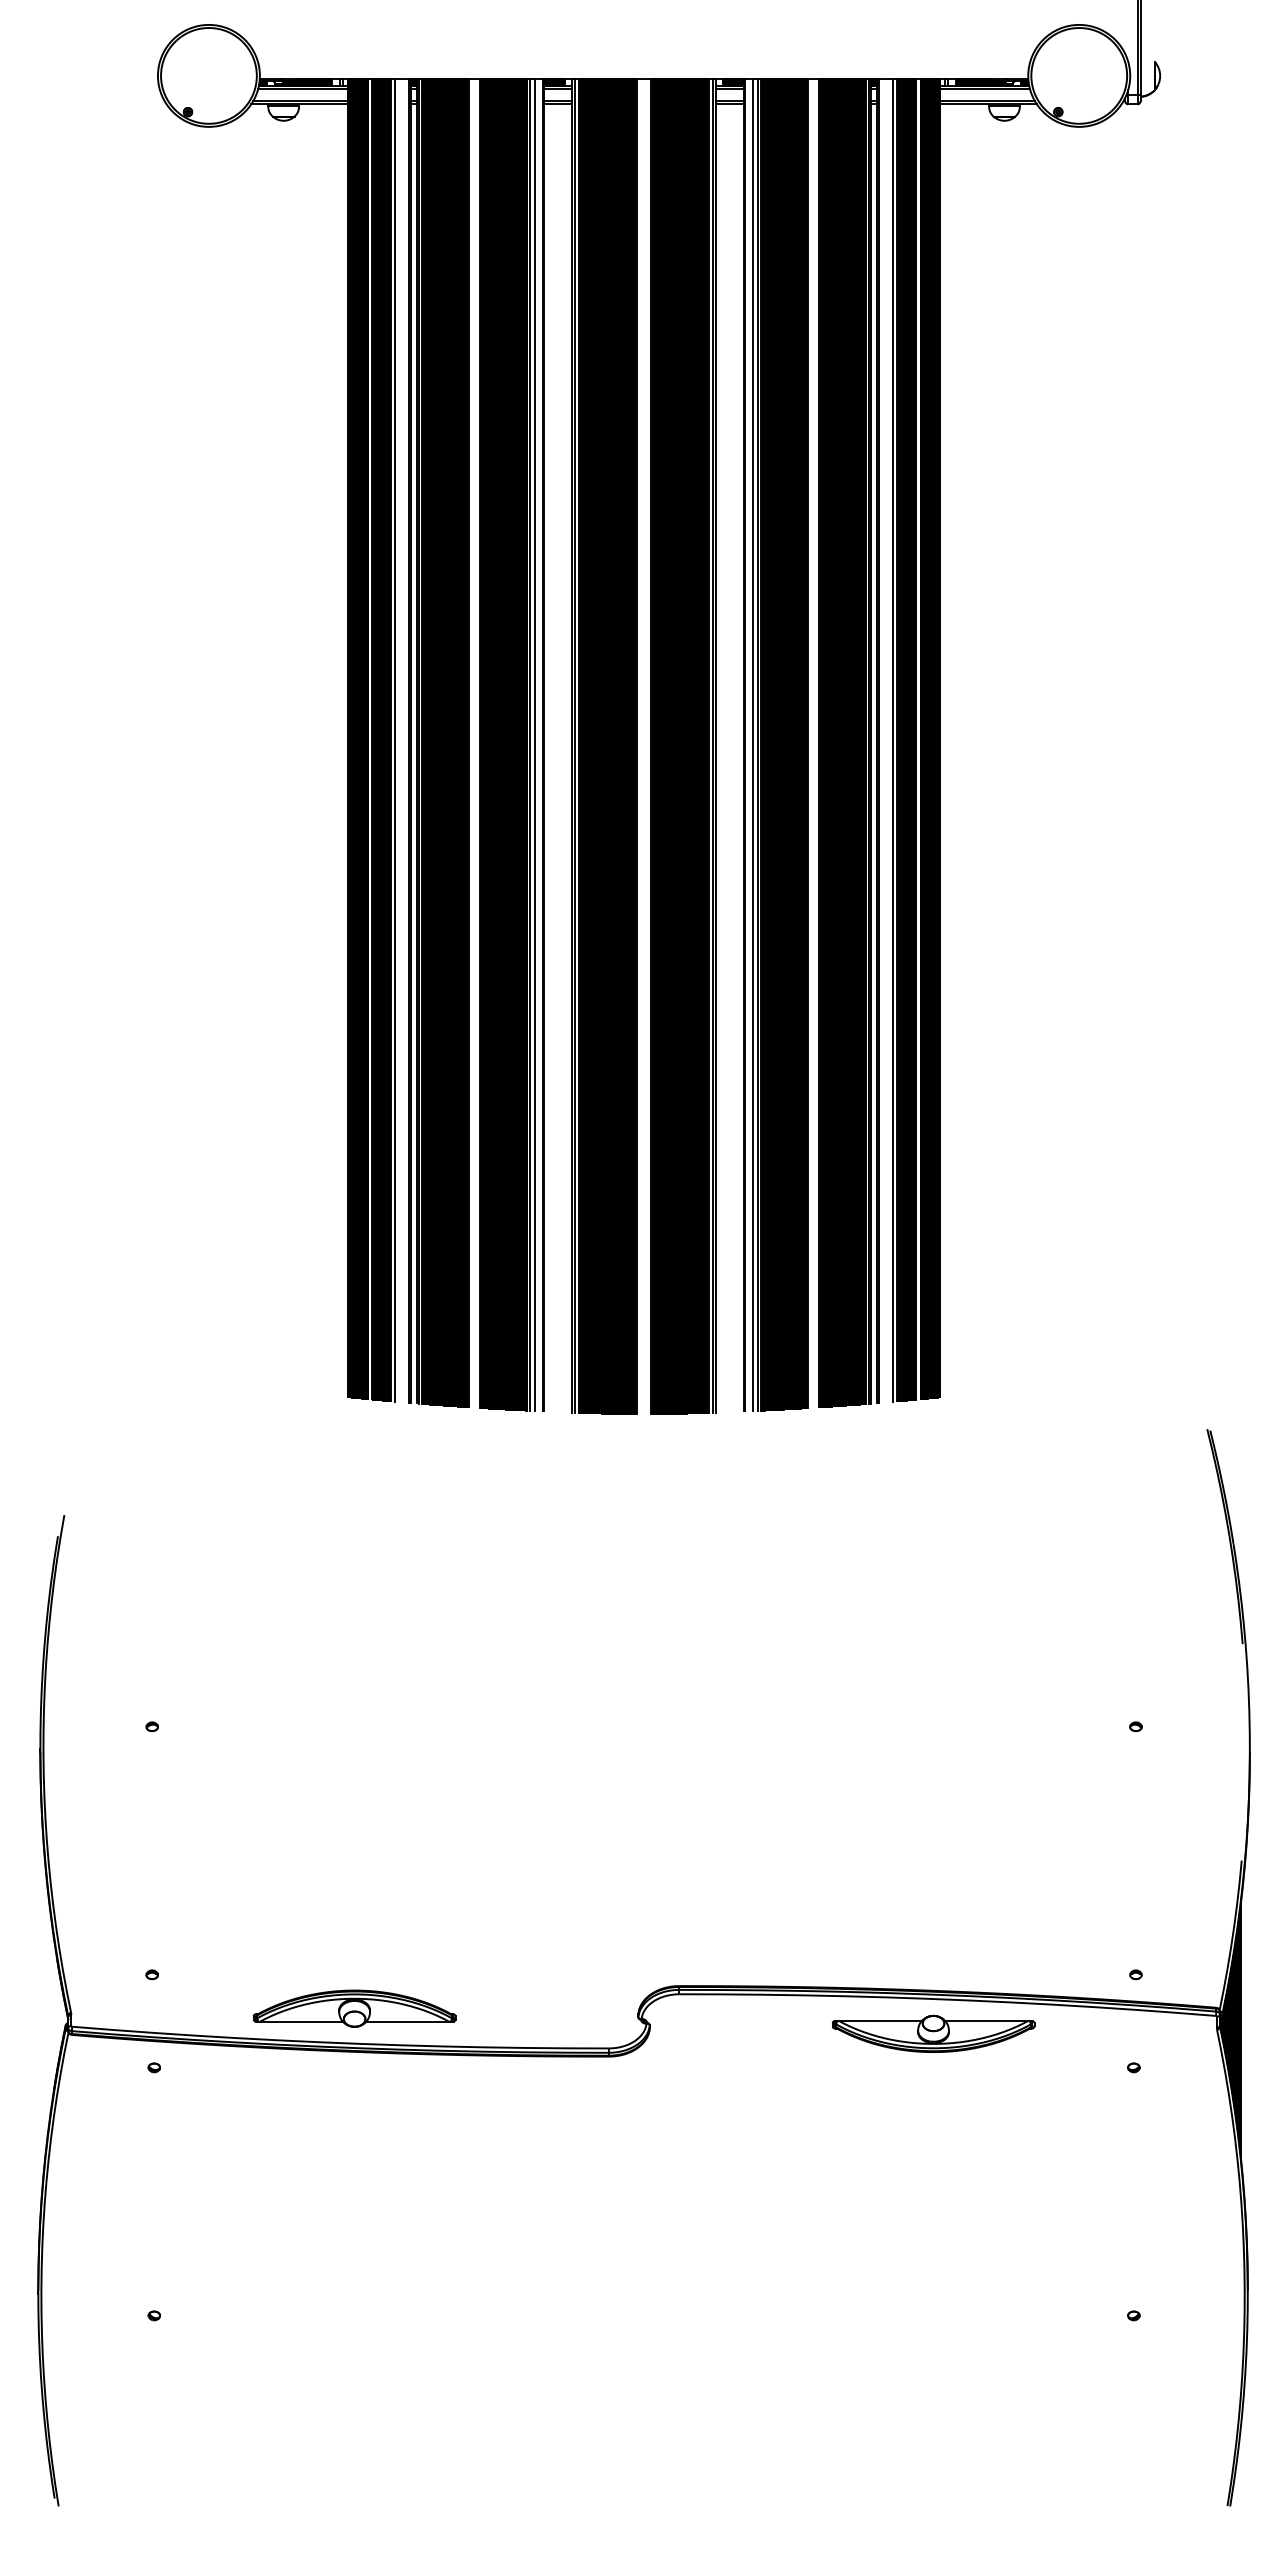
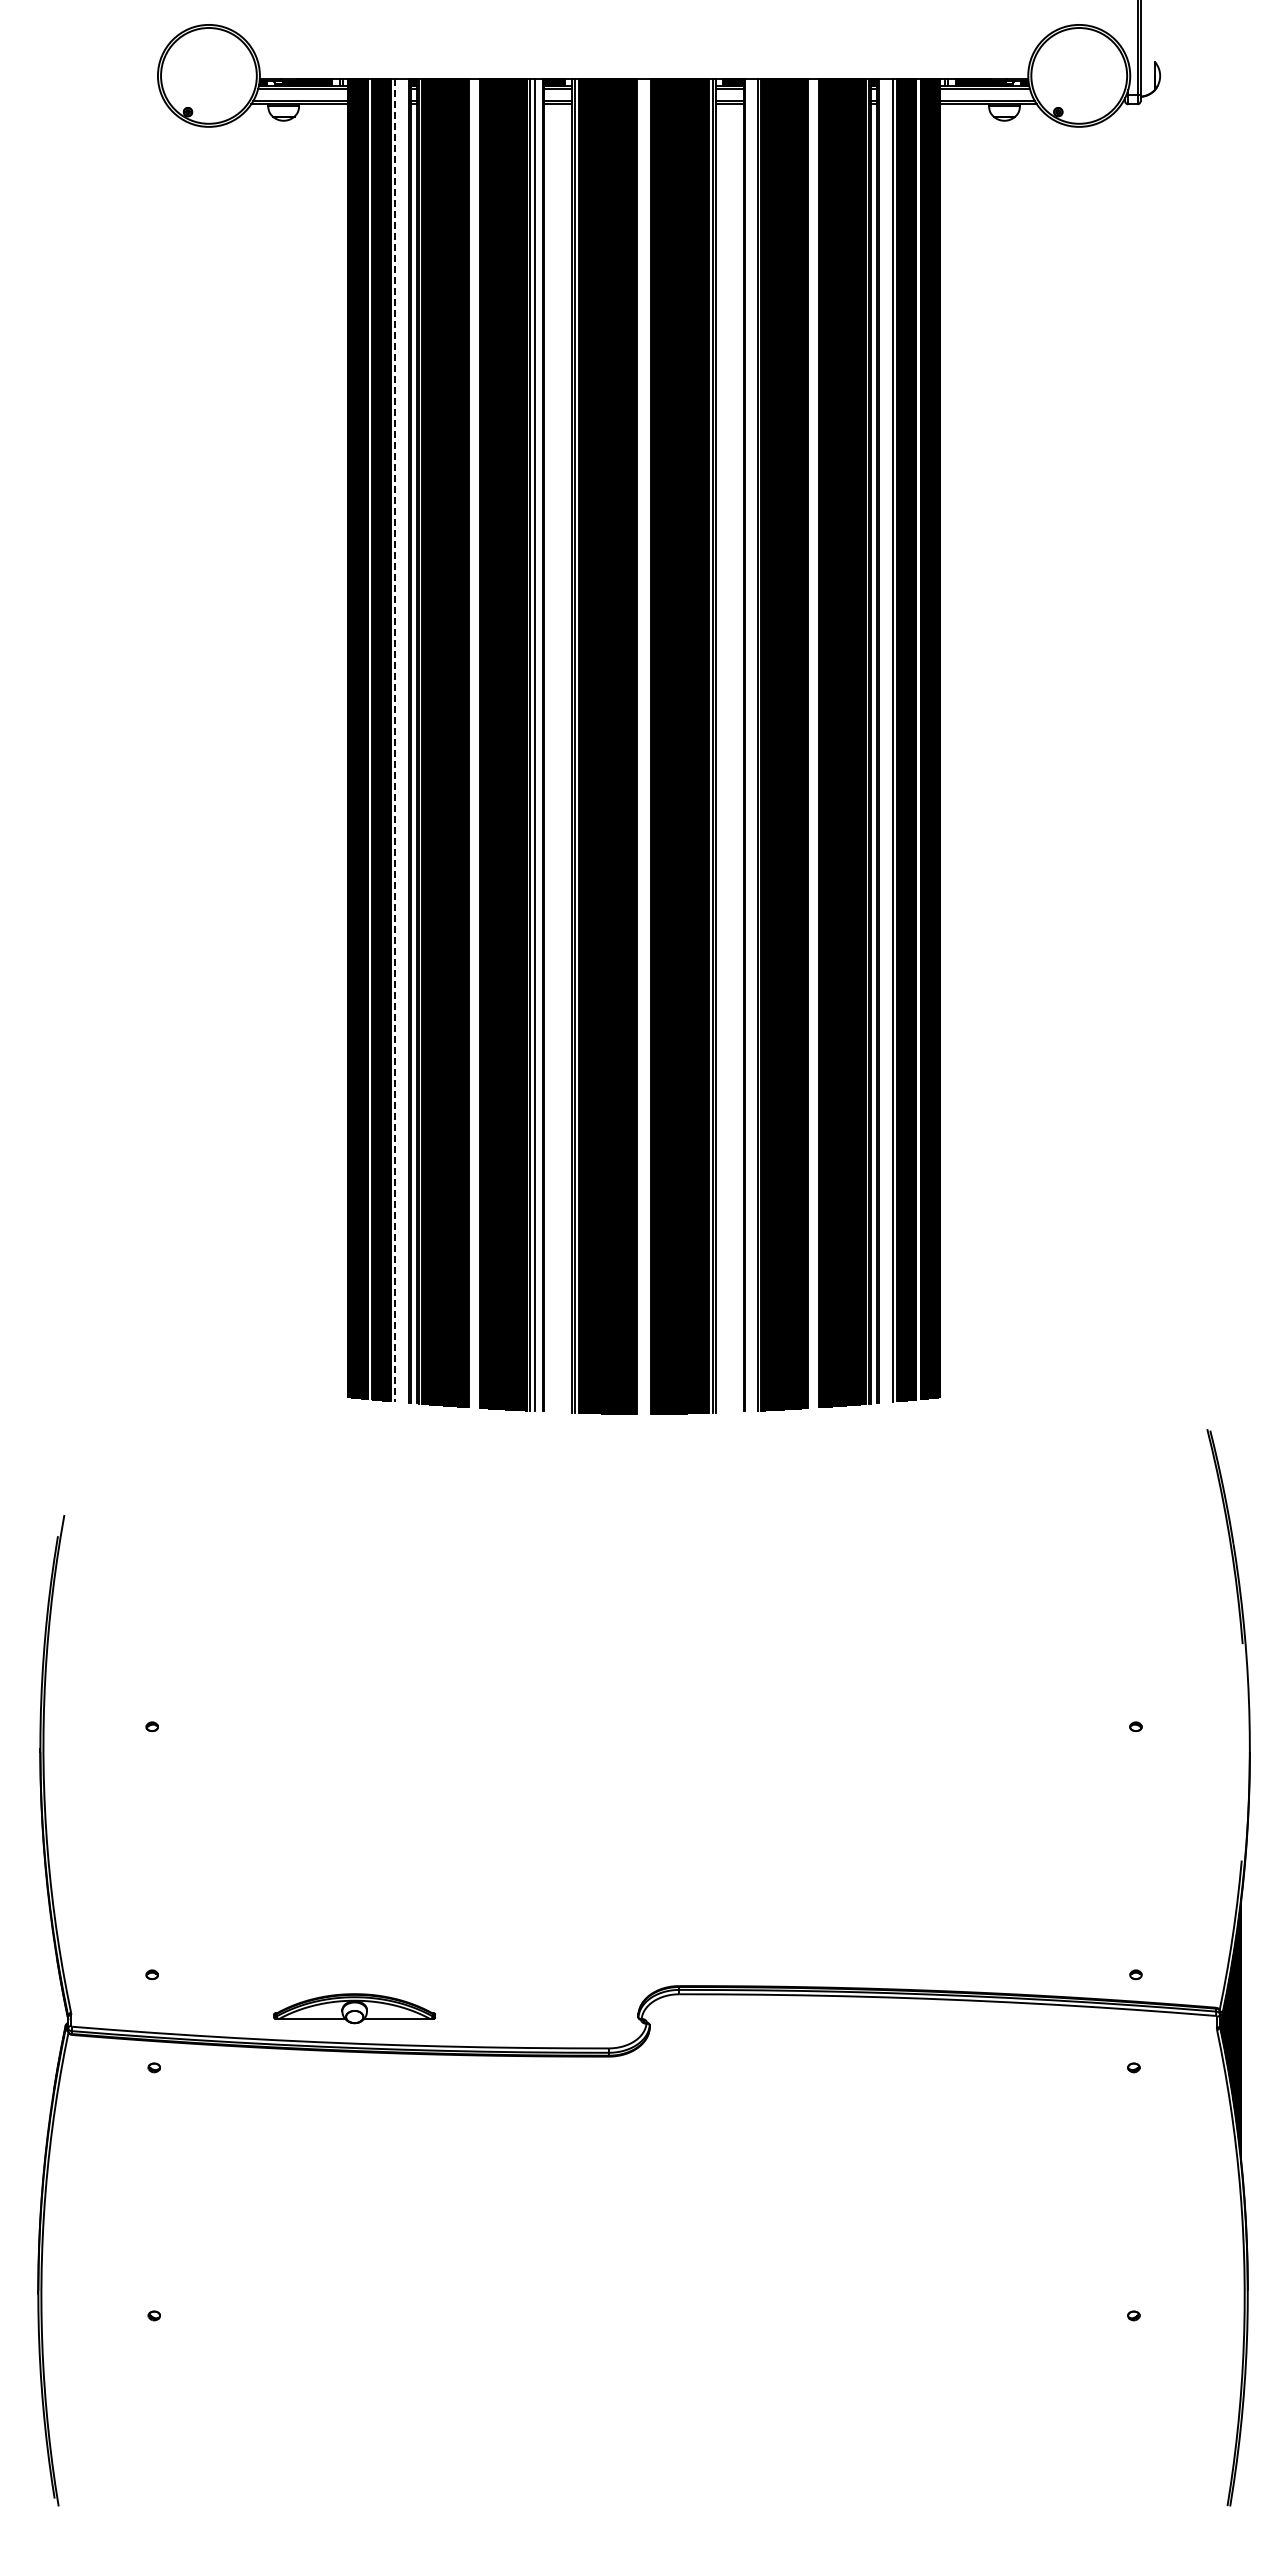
line at (395, 740): solid -> dashed
line at (753, 744): present -> none
part at (354, 2008) size: 204x39 px -> 164x32 px
part at (933, 2033): present -> none
